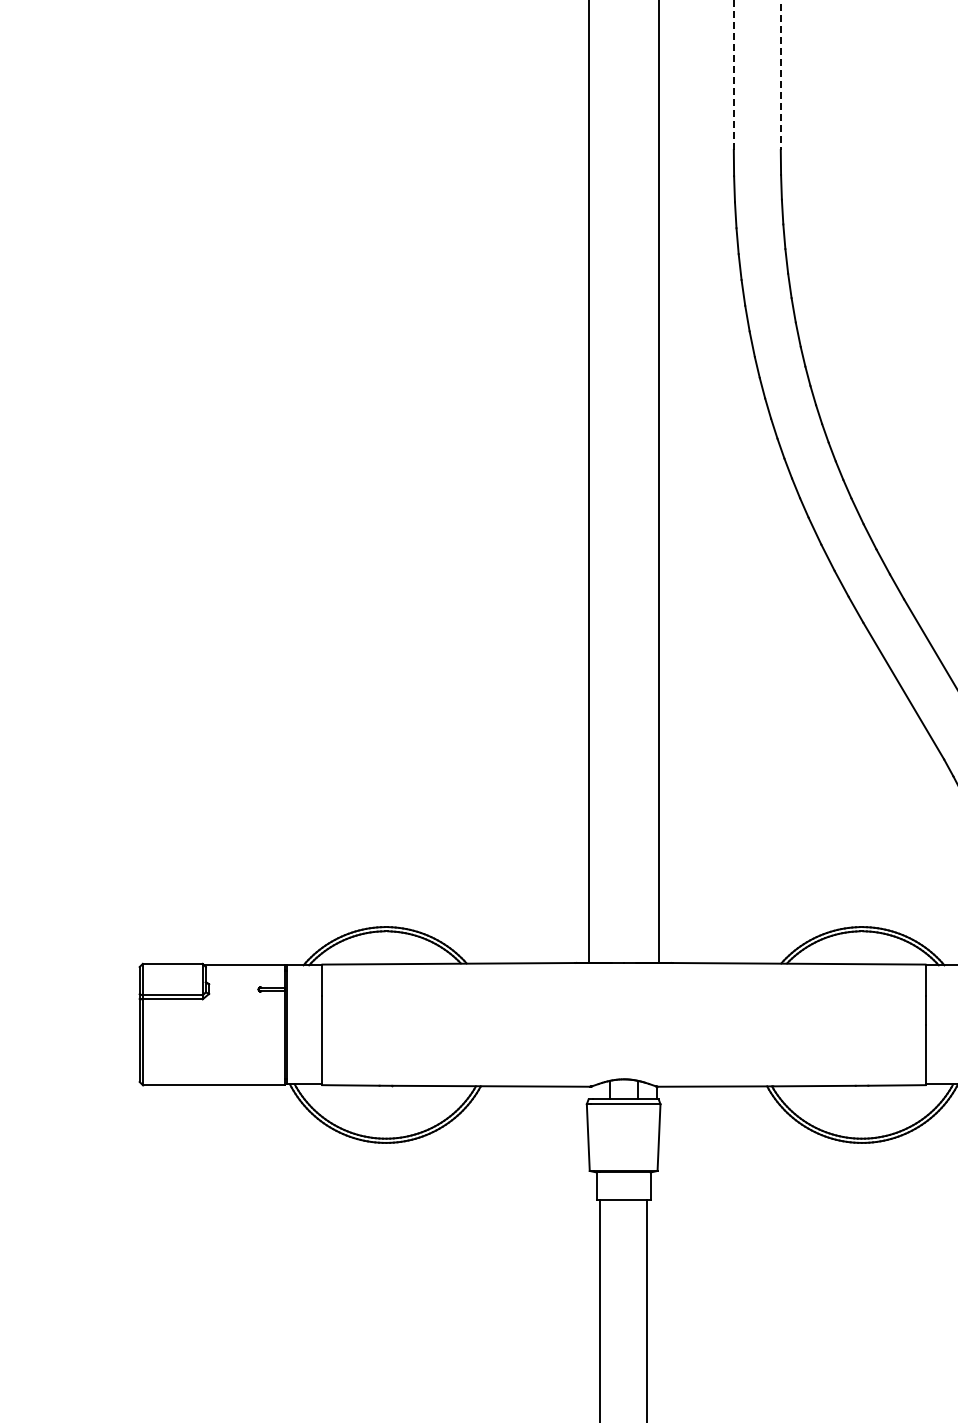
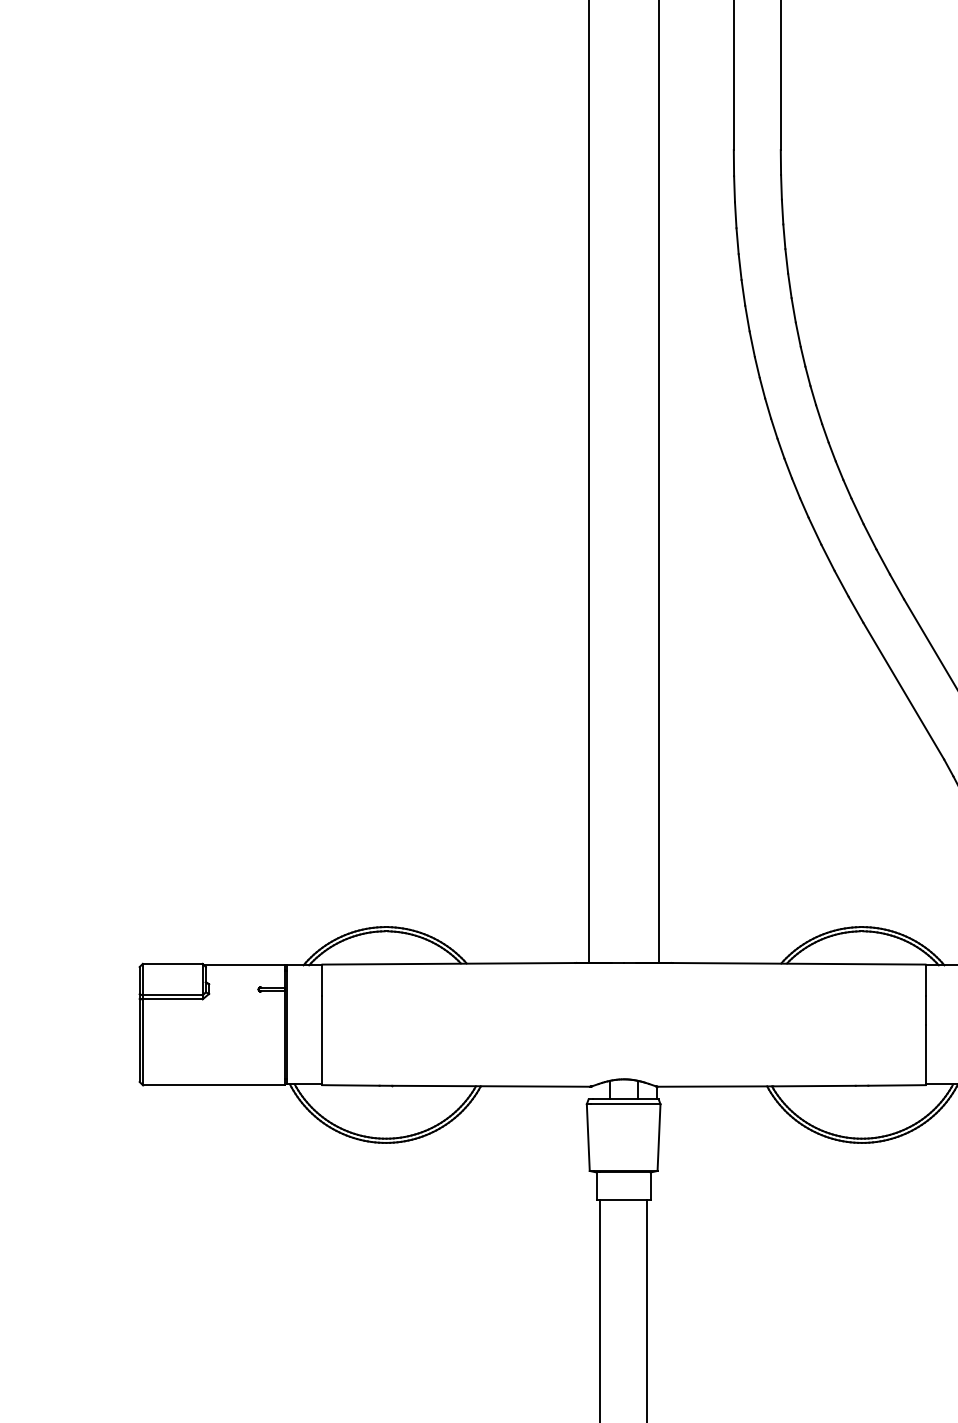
line at (733, 75): dashed -> solid
line at (780, 75): dashed -> solid
